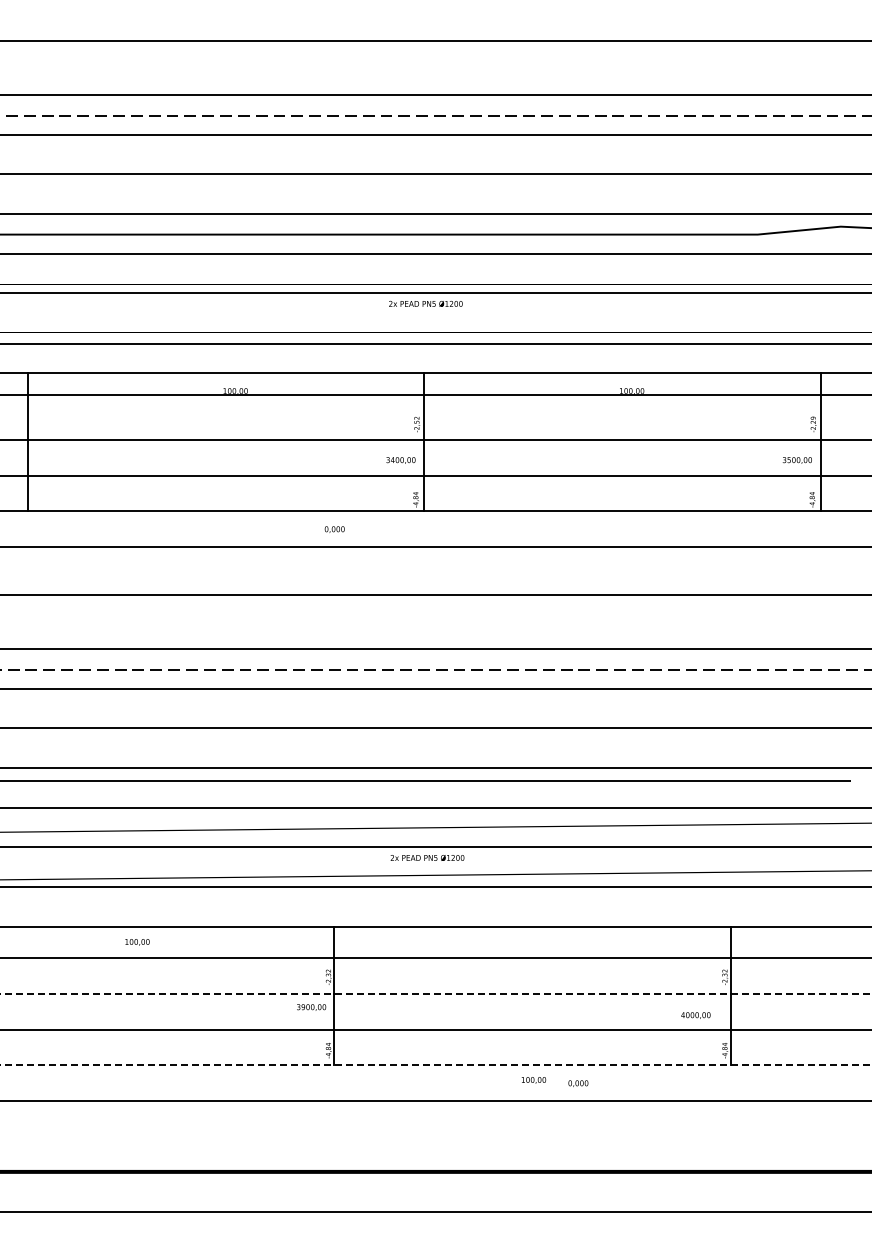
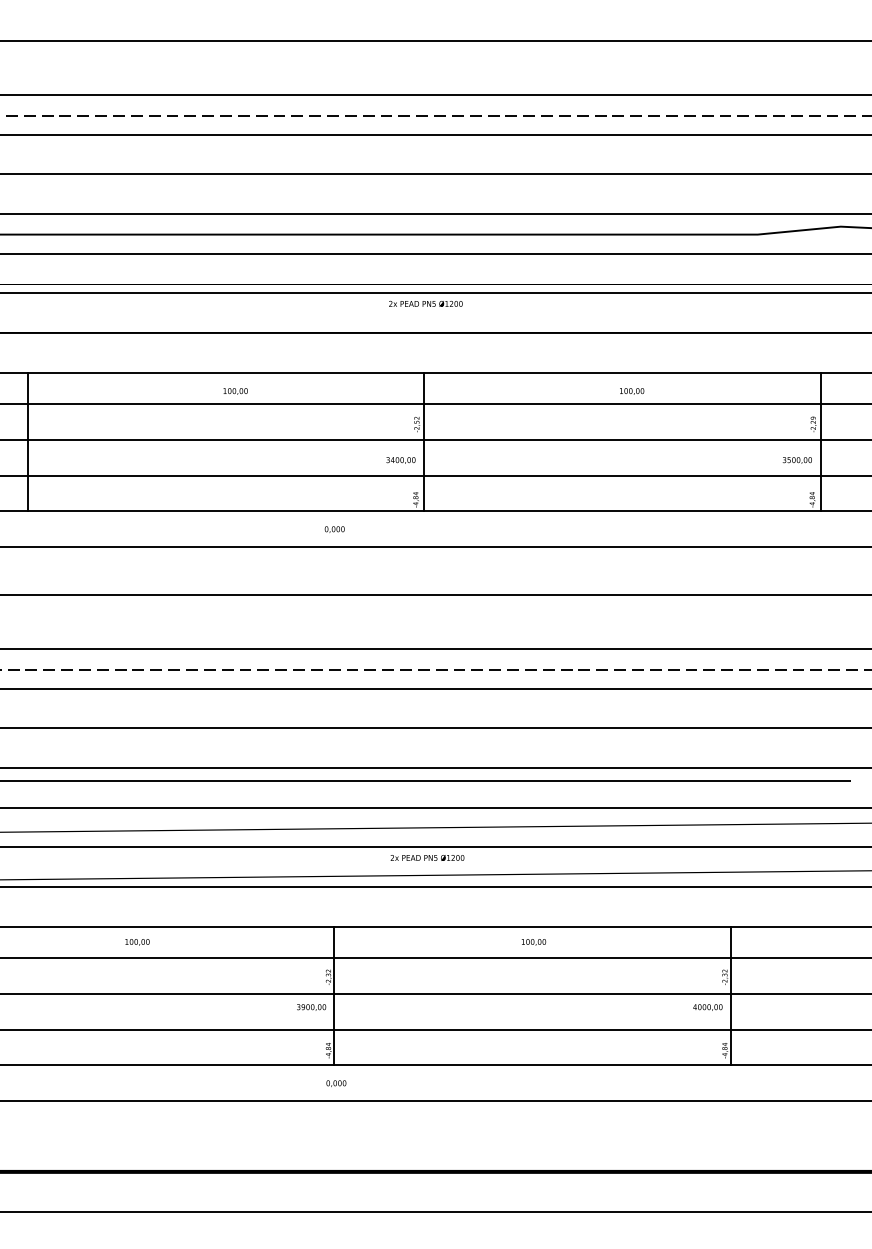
line at (435, 343) position: (435, 343) -> (435, 332)
line at (435, 395) position: (435, 395) -> (435, 404)
line at (435, 993): dashed -> solid
text at (695, 1015) position: (695, 1015) -> (707, 1007)
line at (435, 1065): dashed -> solid
text at (533, 1080) position: (533, 1080) -> (533, 942)
text at (578, 1083) position: (578, 1083) -> (336, 1083)
